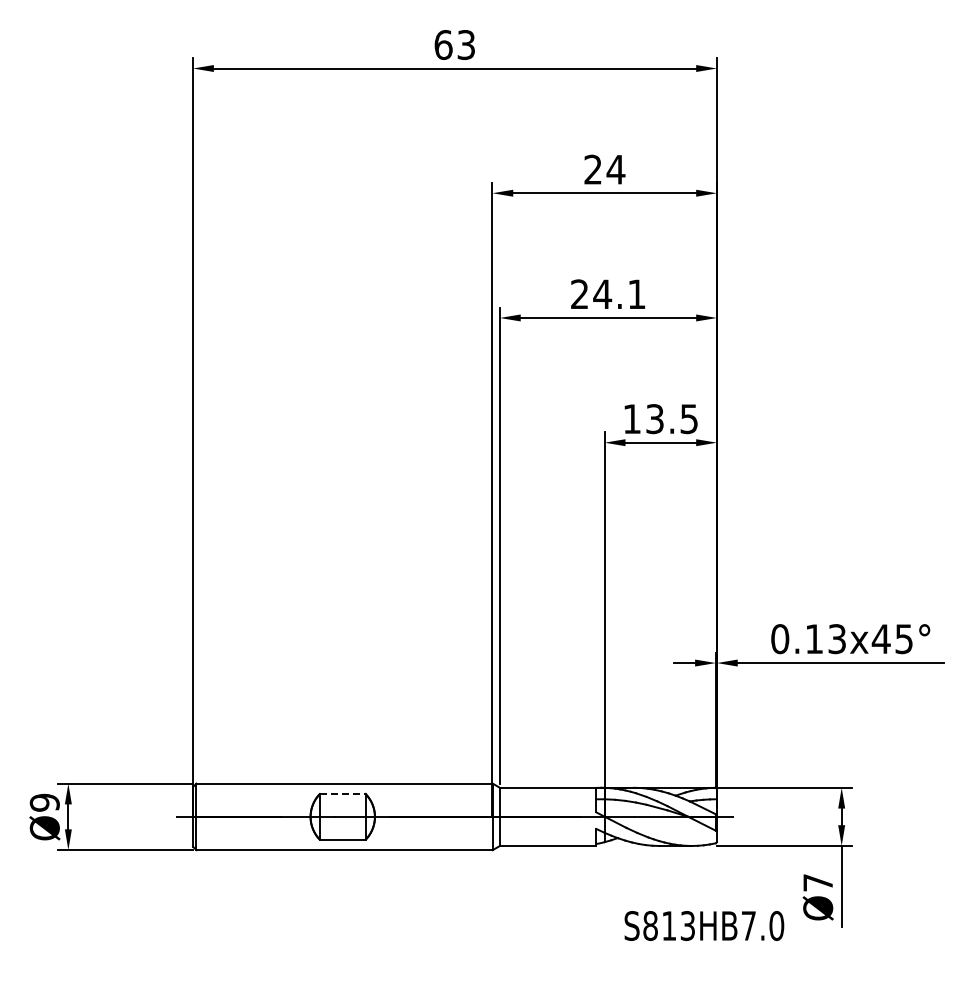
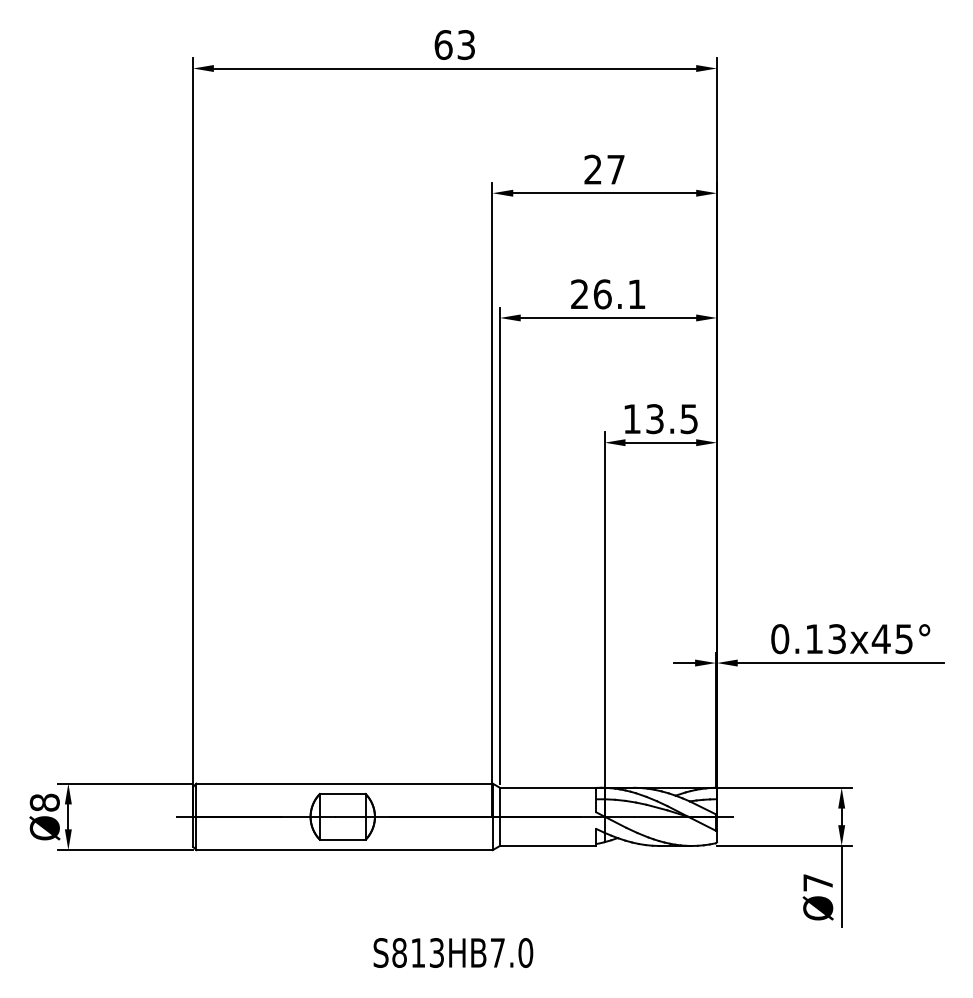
text at (615, 169): 24 -> 27
text at (602, 294): 24.1 -> 26.1
line at (342, 793): dashed -> solid
text at (44, 802): Ø9 -> Ø8
text at (704, 925) position: (704, 925) -> (453, 952)
